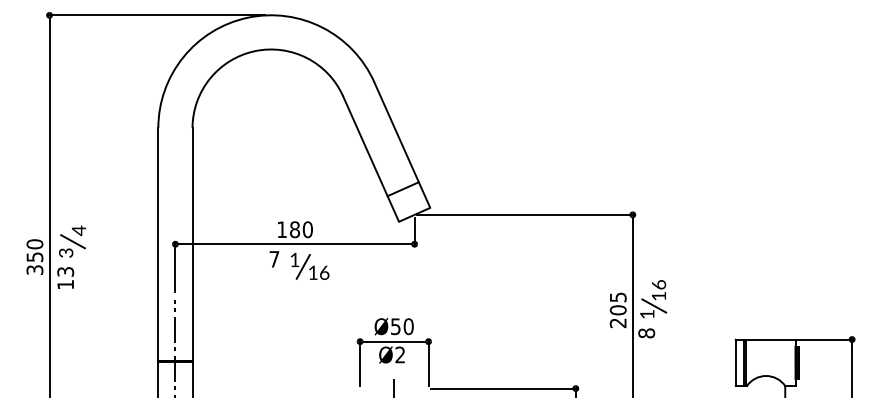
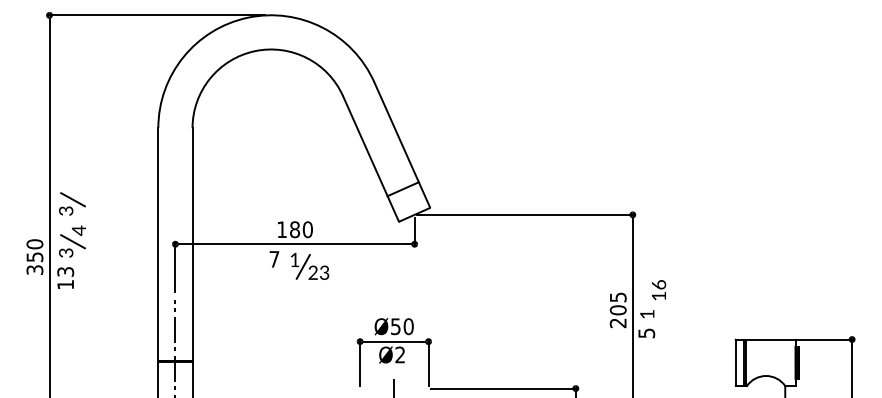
part at (72, 203): none -> present
text at (318, 272): 16 -> 23
line at (654, 305): present -> none
text at (646, 333): 8 -> 5
